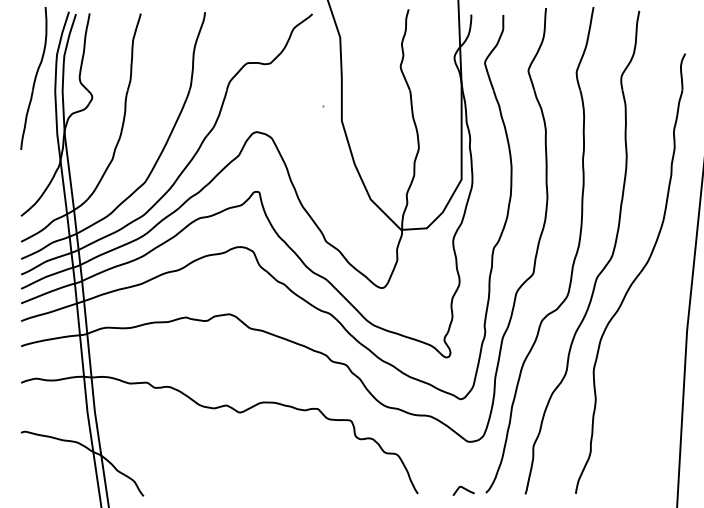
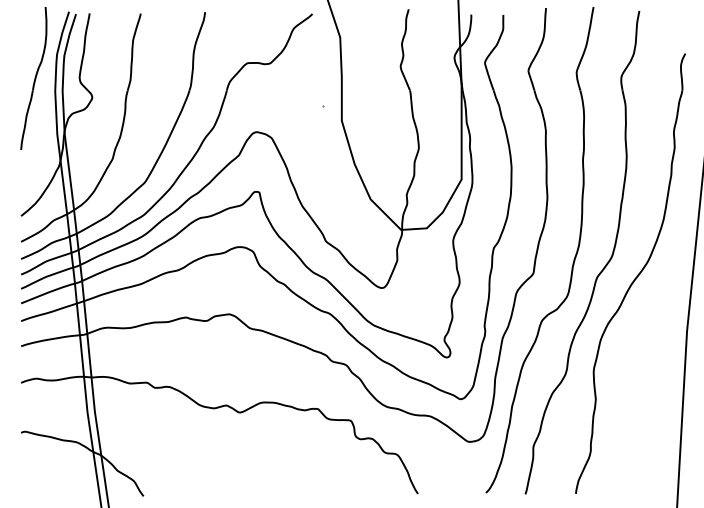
curve at (463, 489): present -> none
